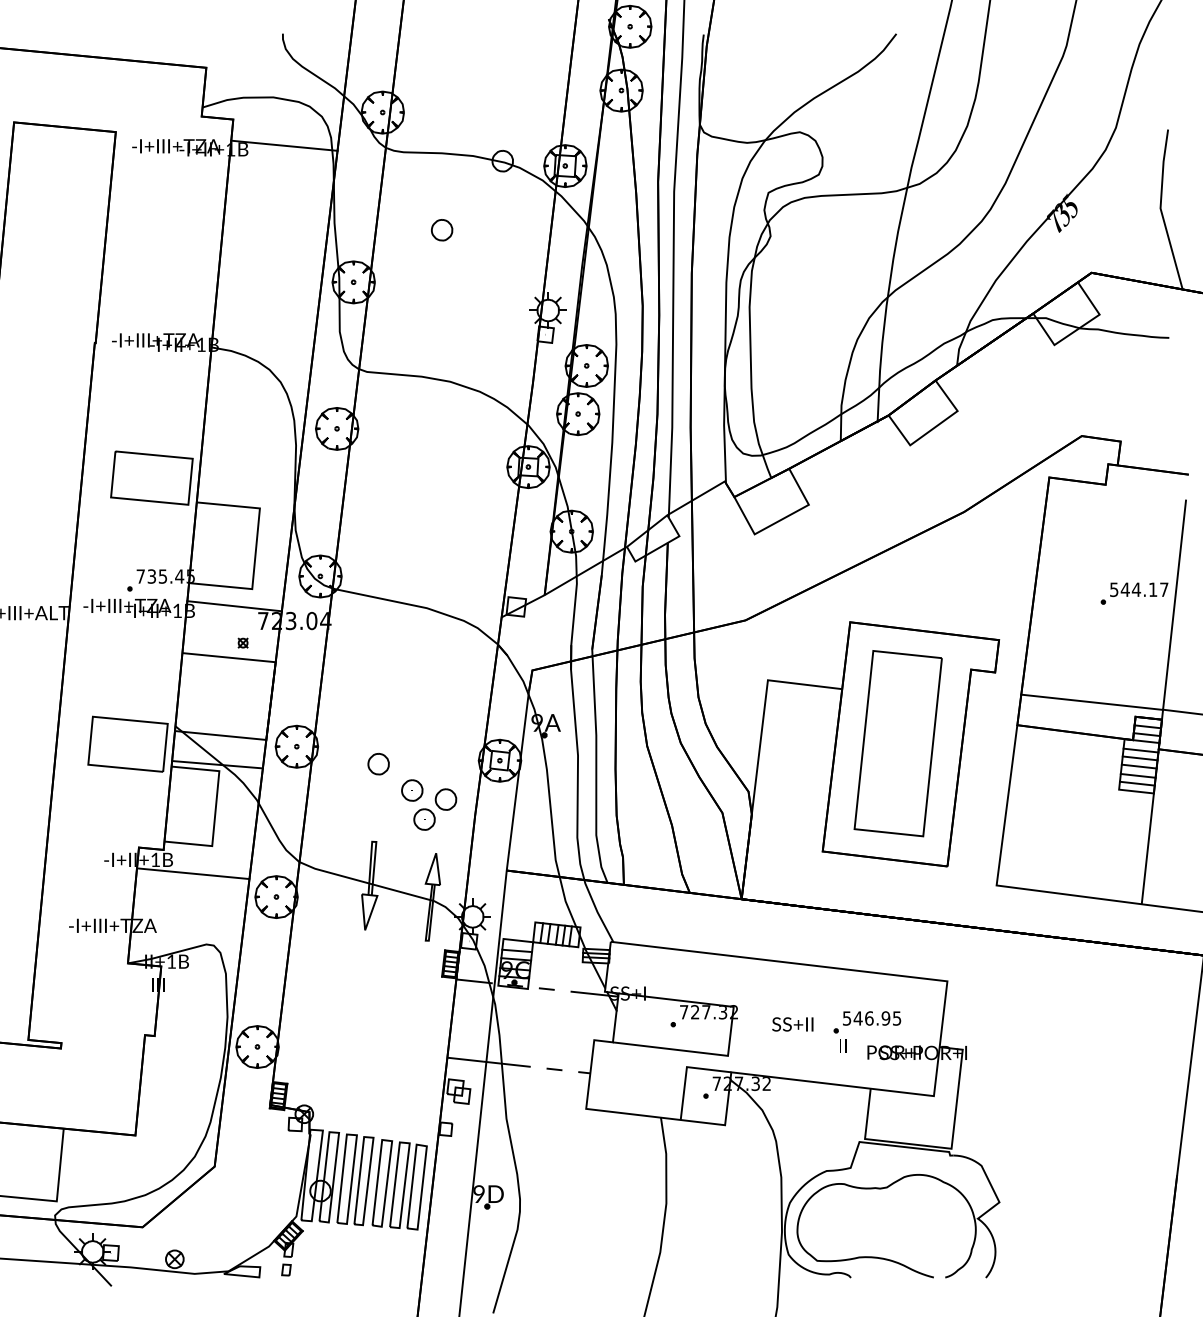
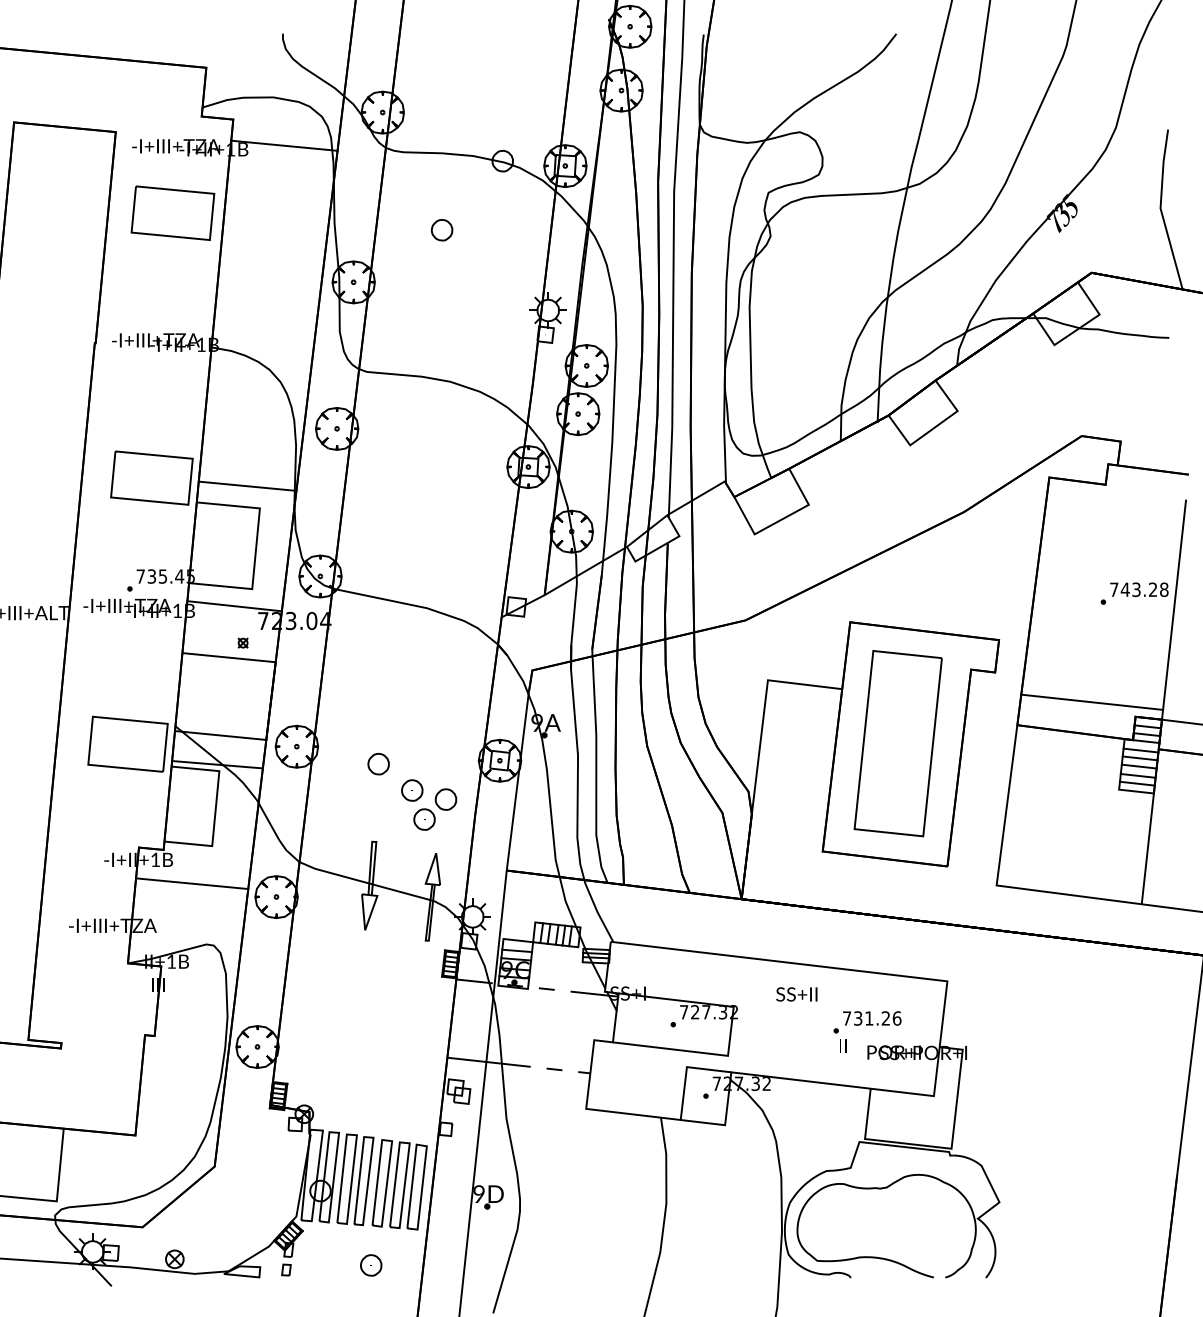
part at (172, 212): none -> present
line at (247, 485): none -> present
text at (1139, 589): 544.17 -> 743.28
line at (1180, 711) position: (1180, 711) -> (1180, 721)
line at (193, 873) position: (193, 873) -> (192, 883)
text at (872, 1018): 546.95 -> 731.26
text at (792, 1024) position: (792, 1024) -> (796, 994)
part at (371, 1265): none -> present
